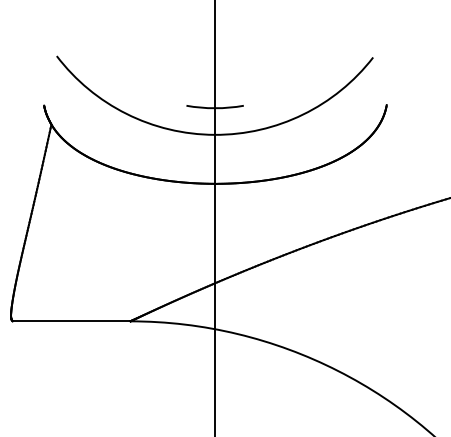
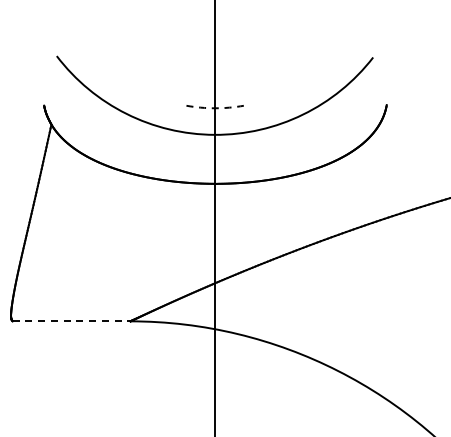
arc at (215, 108): solid -> dashed
line at (71, 321): solid -> dashed
